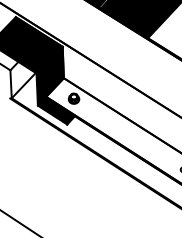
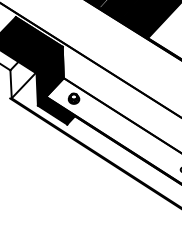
line at (19, 222): present -> none
